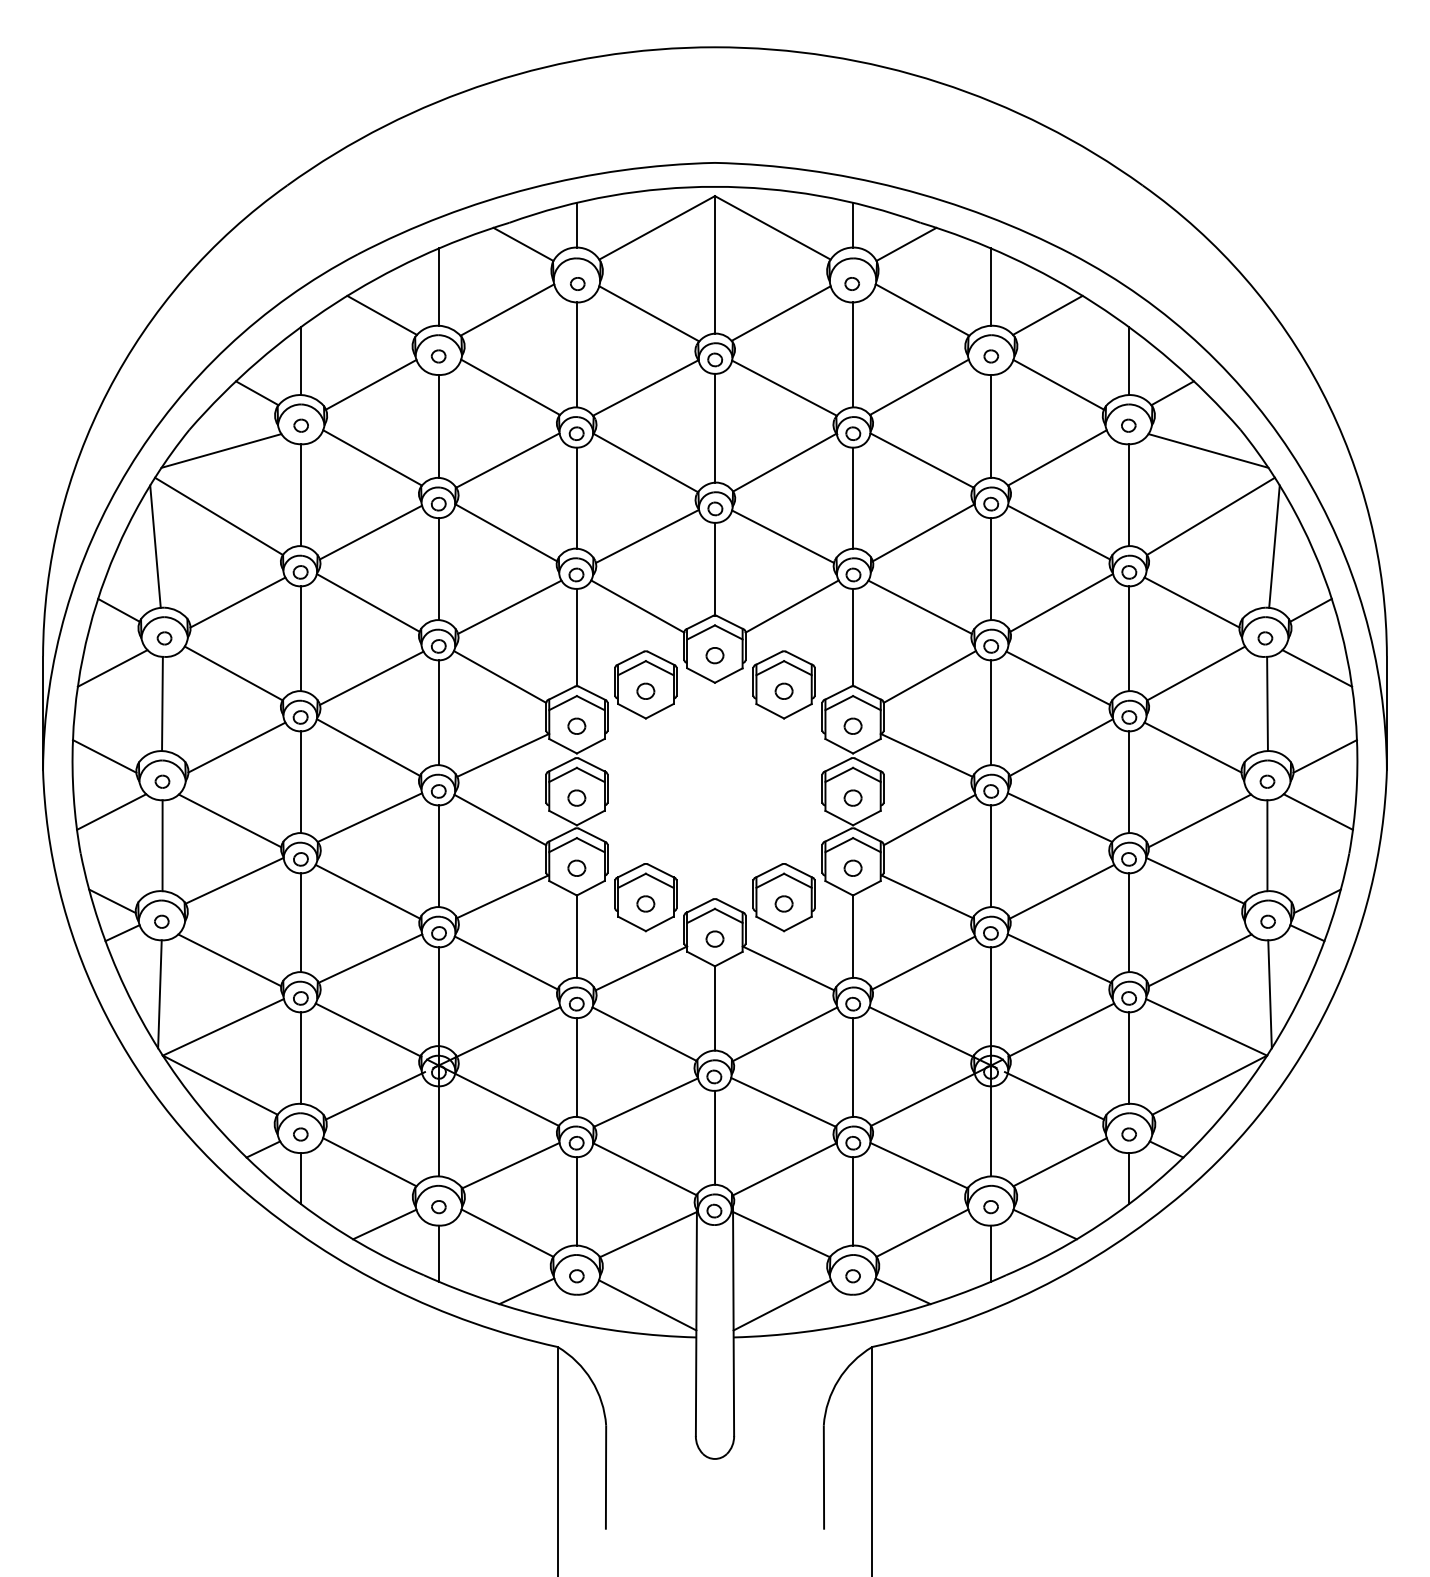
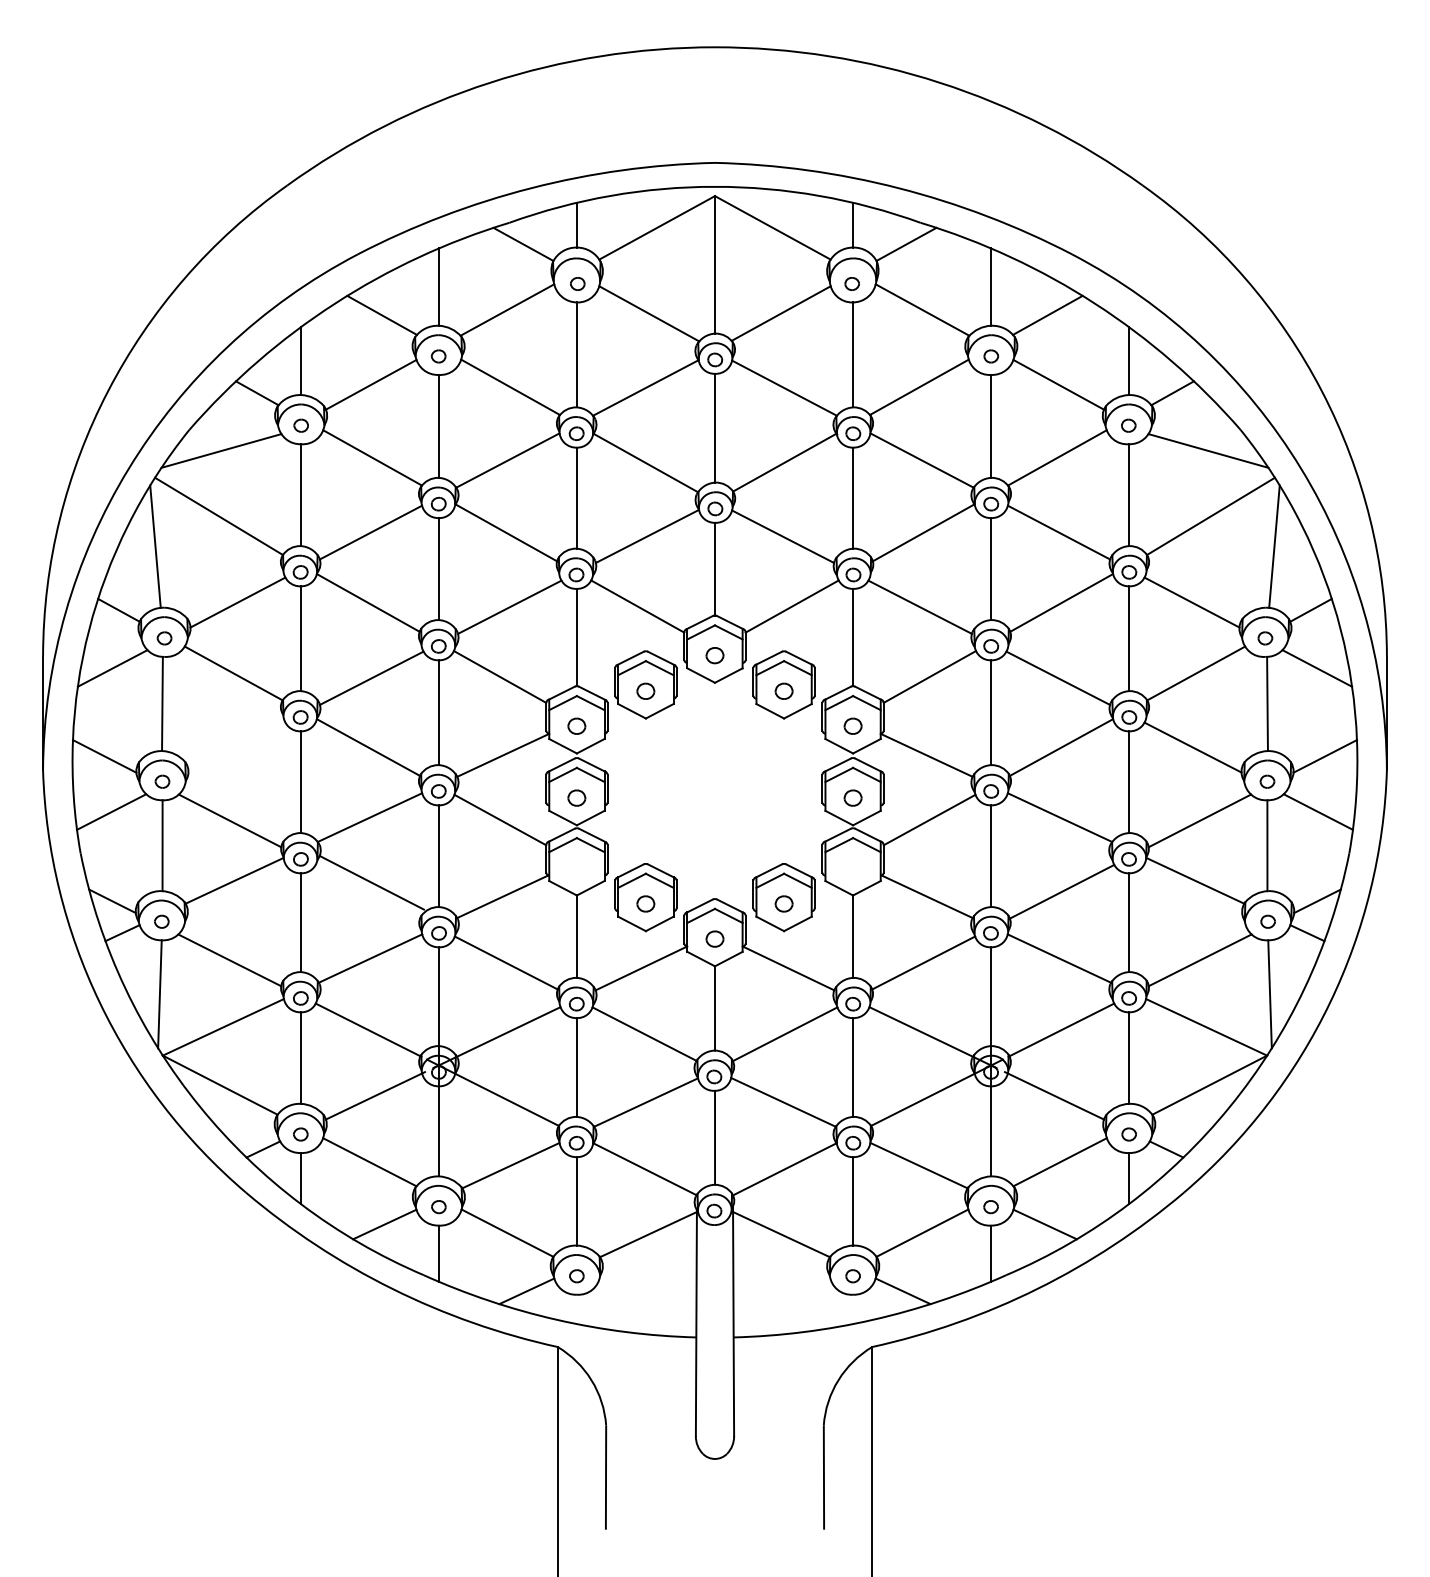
line at (236, 747): present -> none
part at (576, 867): present -> none
part at (852, 867): present -> none
line at (367, 891) position: (367, 891) -> (371, 882)
line at (647, 1305): present -> none
line at (781, 1305): present -> none
